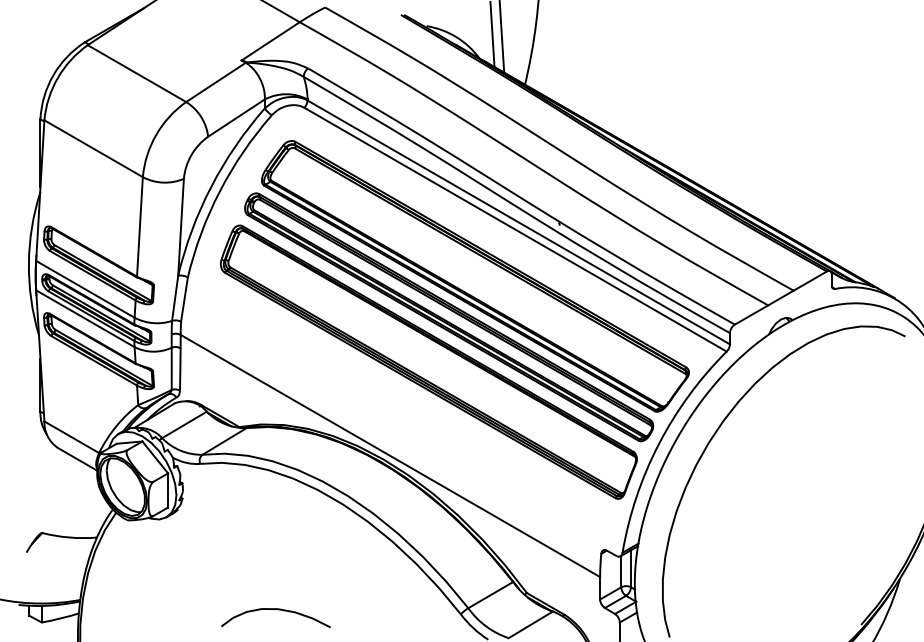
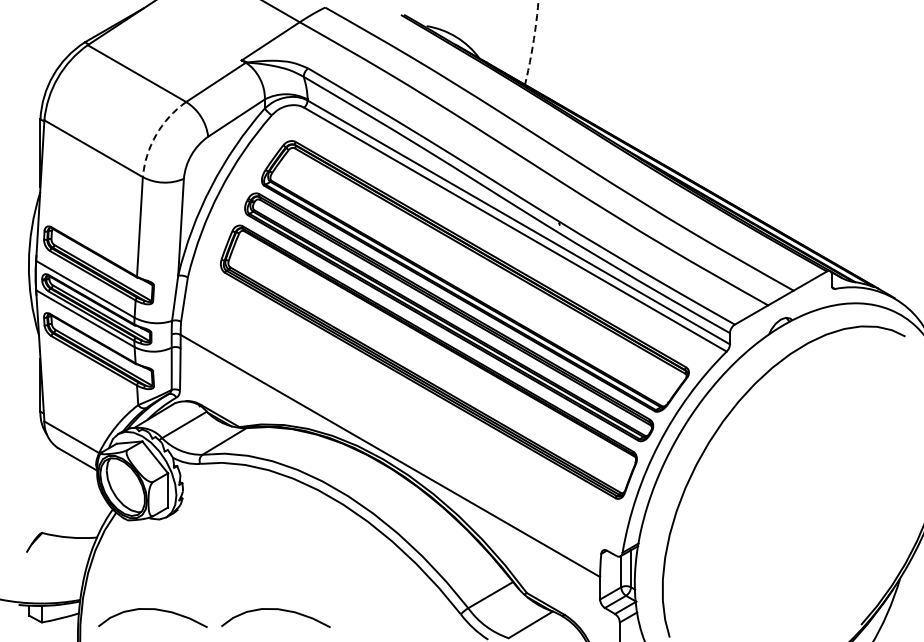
line at (492, 34): present -> none
line at (501, 37): present -> none
arc at (533, 43): solid -> dashed
arc at (156, 134): solid -> dashed
curve at (155, 610): none -> present
